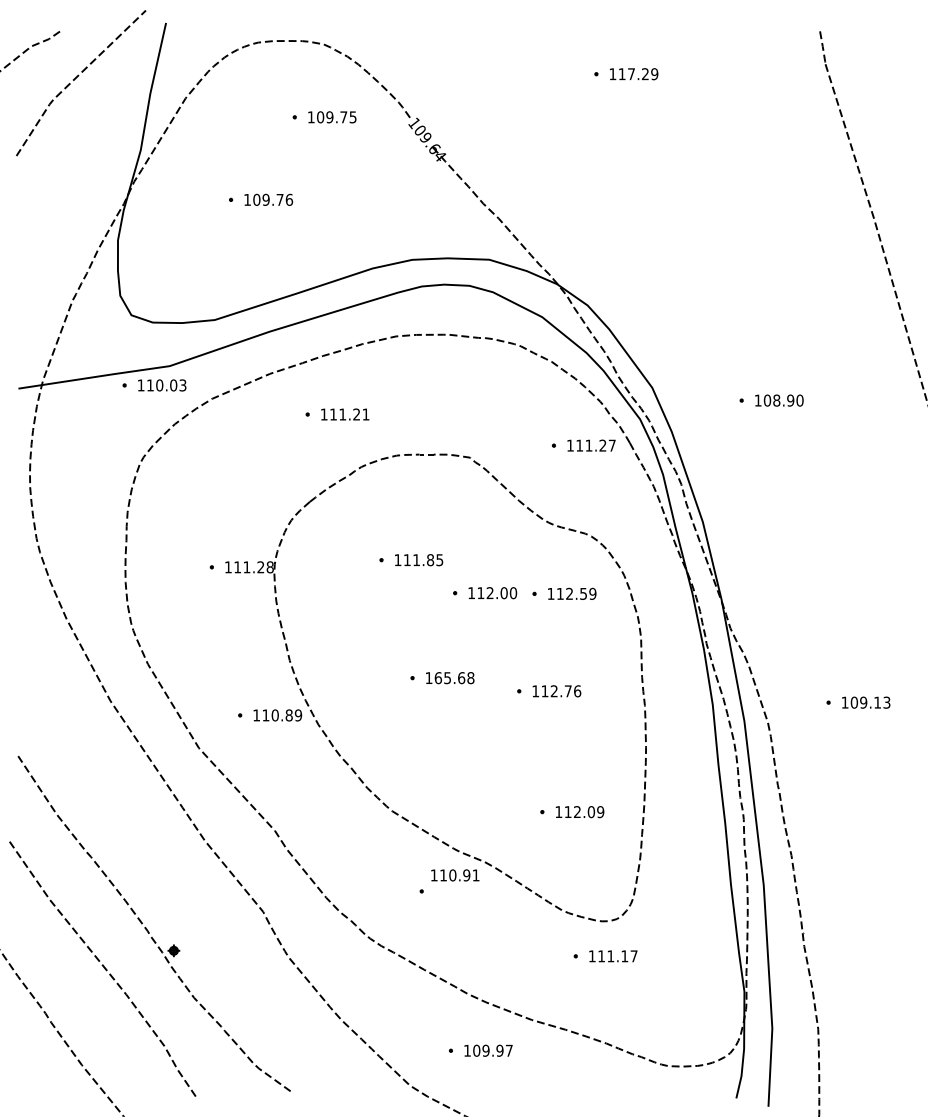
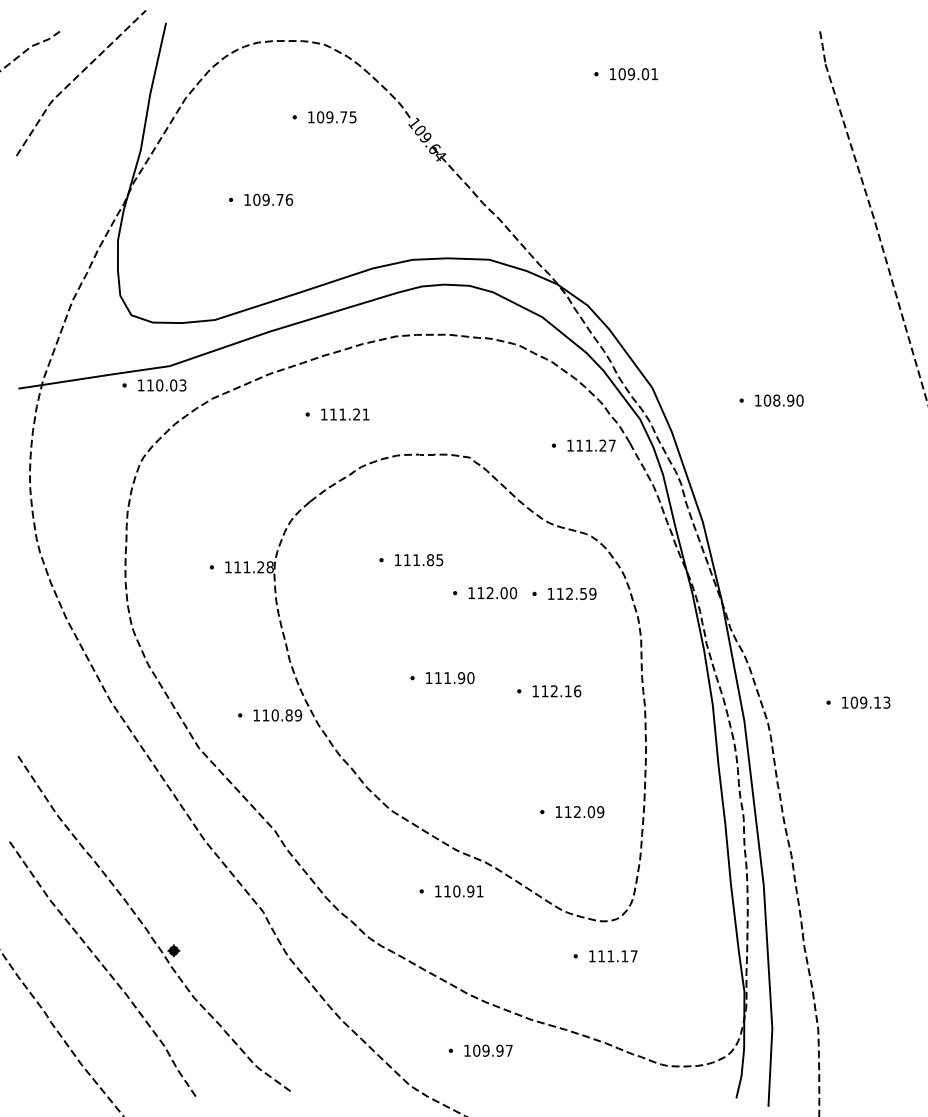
text at (638, 74): 117.29 -> 109.01
text at (454, 678): 165.68 -> 111.90
text at (568, 691): 112.76 -> 112.16
text at (455, 875) position: (455, 875) -> (459, 891)
